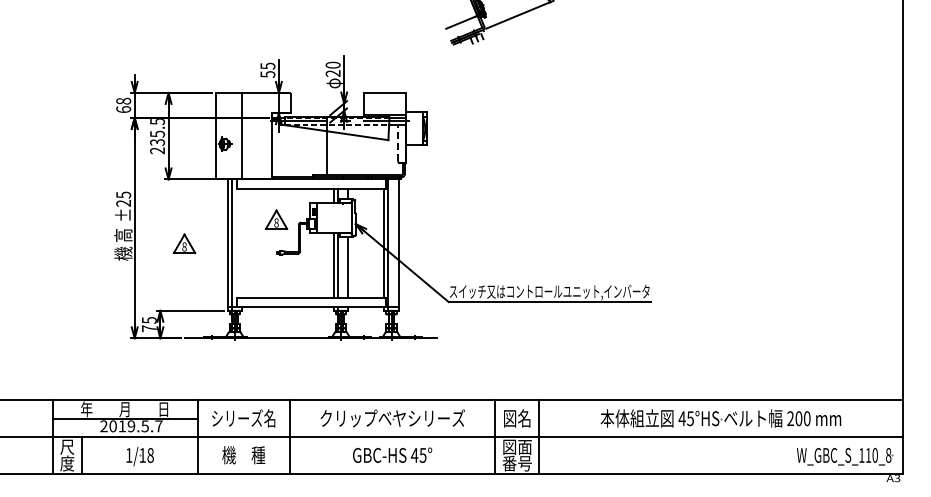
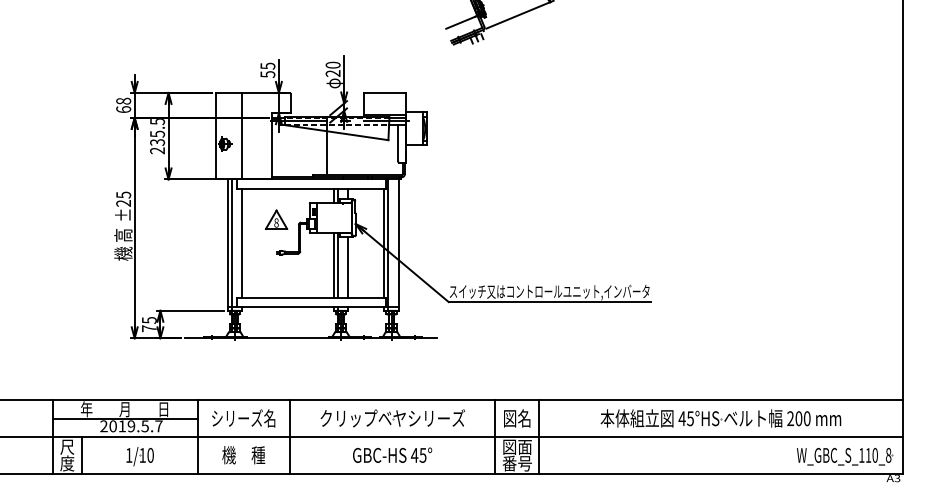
line at (398, 143): dashed -> solid
part at (184, 243): present -> none
line at (241, 243): none -> present
text at (150, 455): 1/18 -> 1/10
